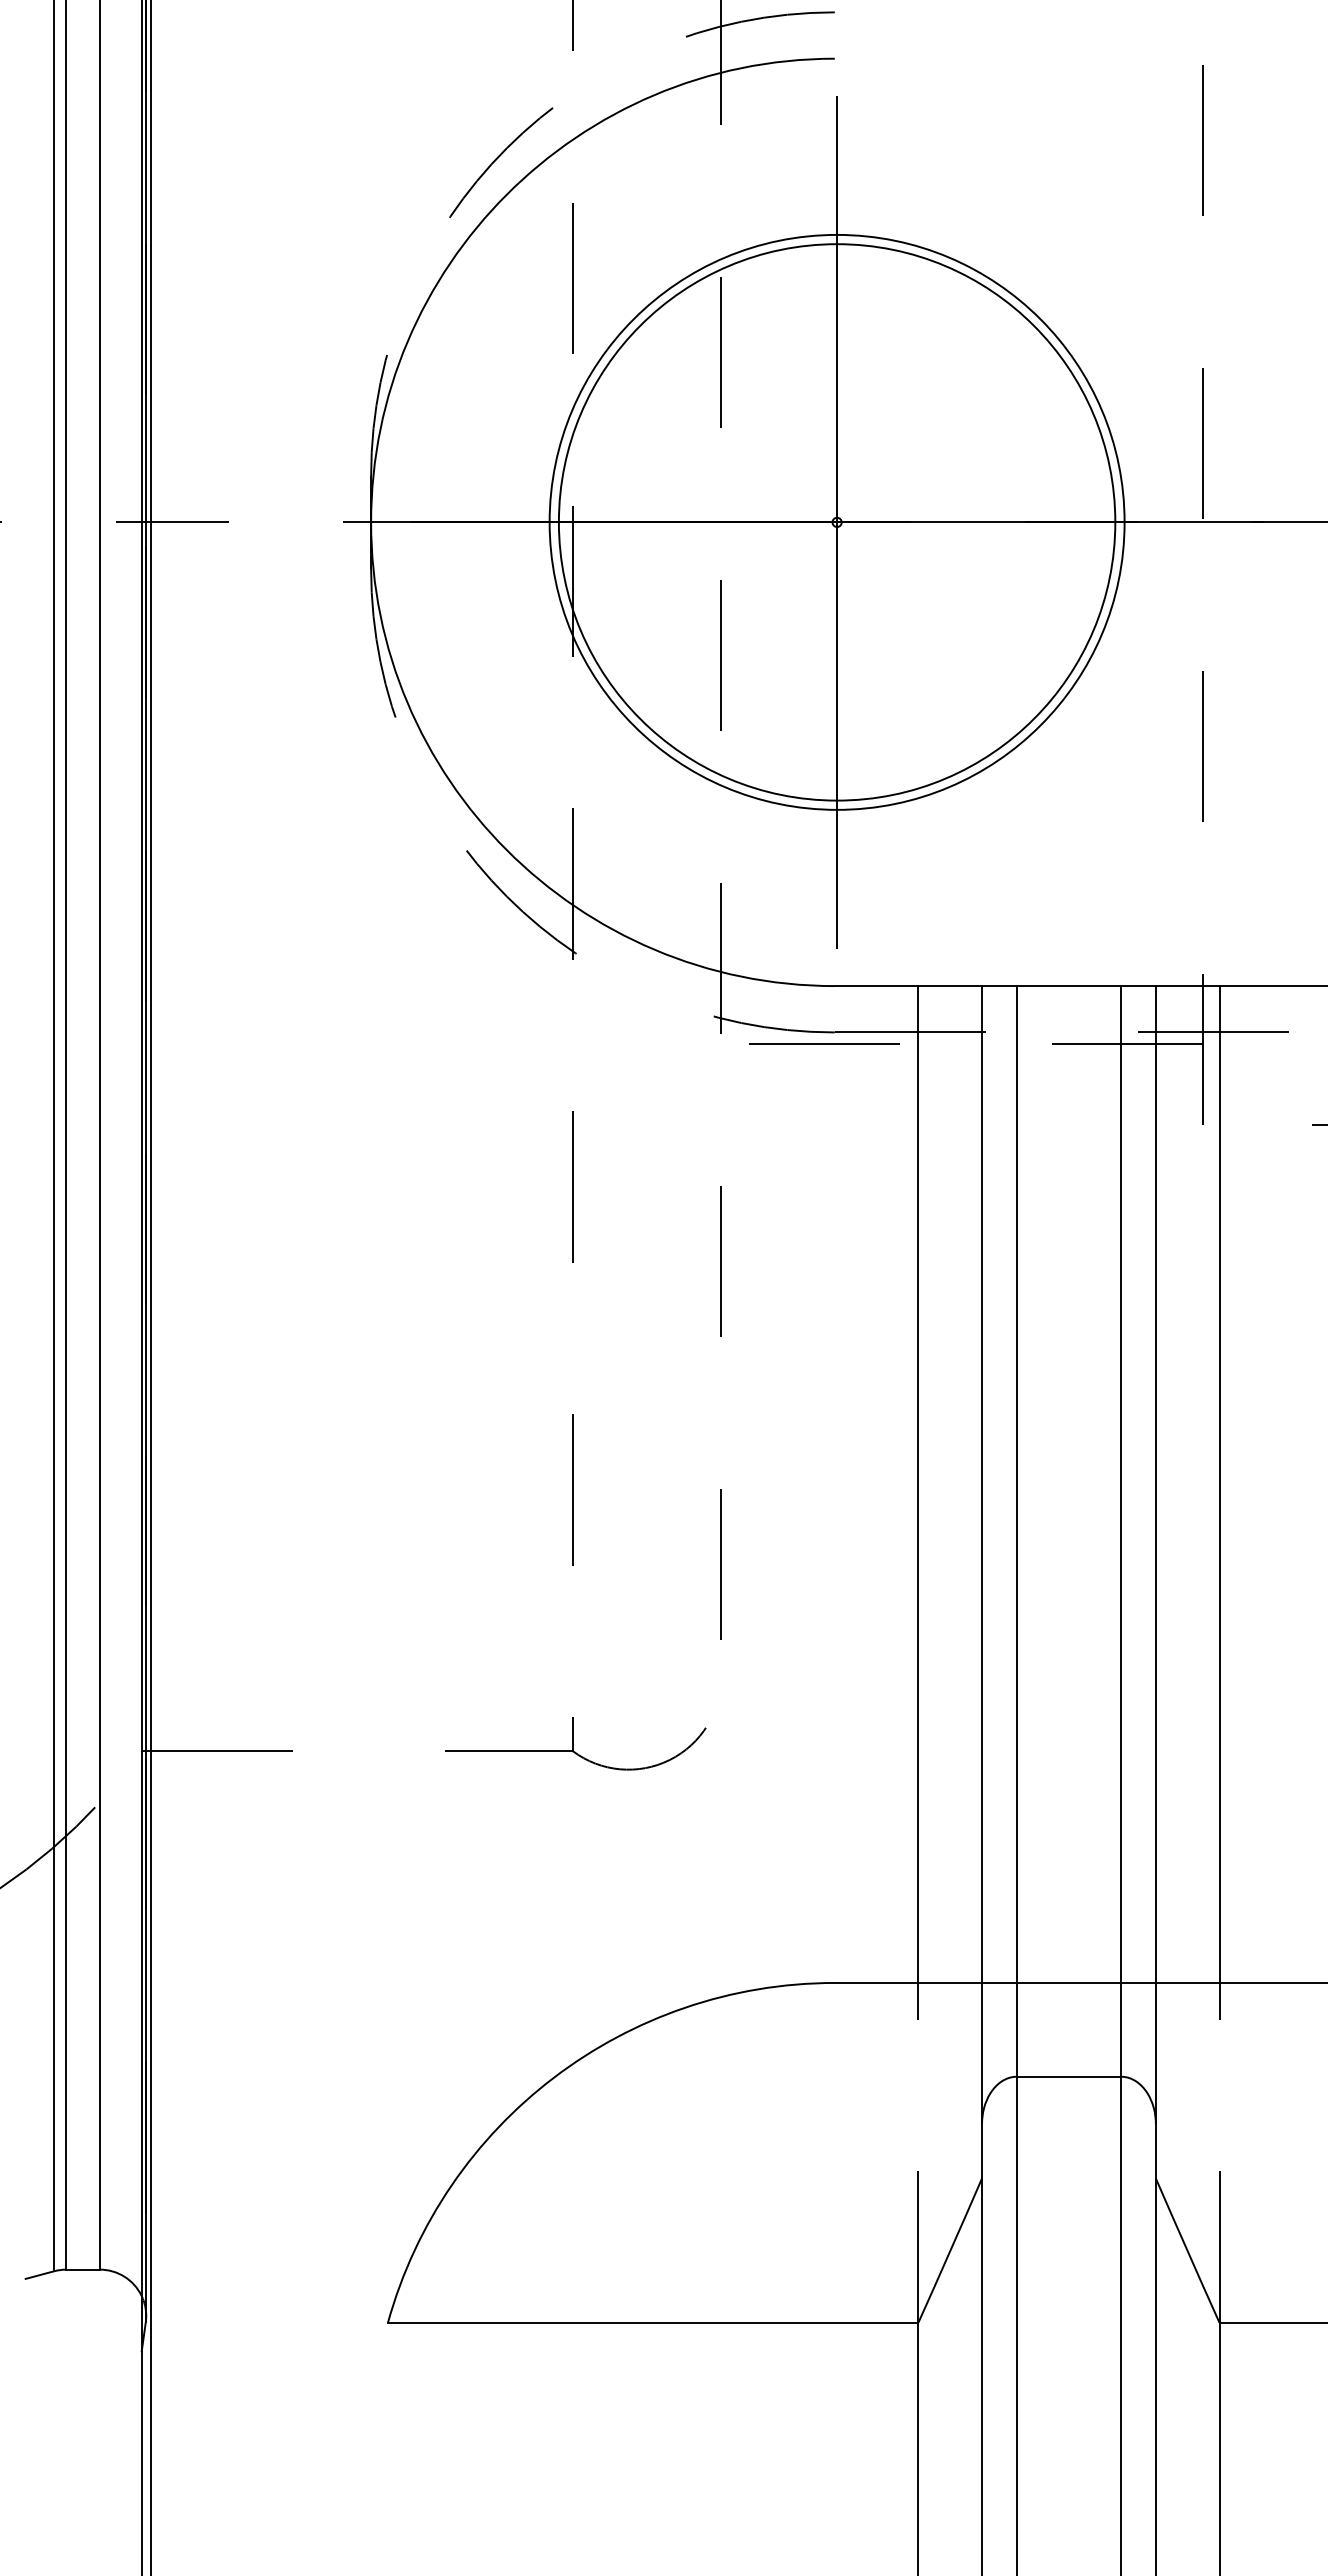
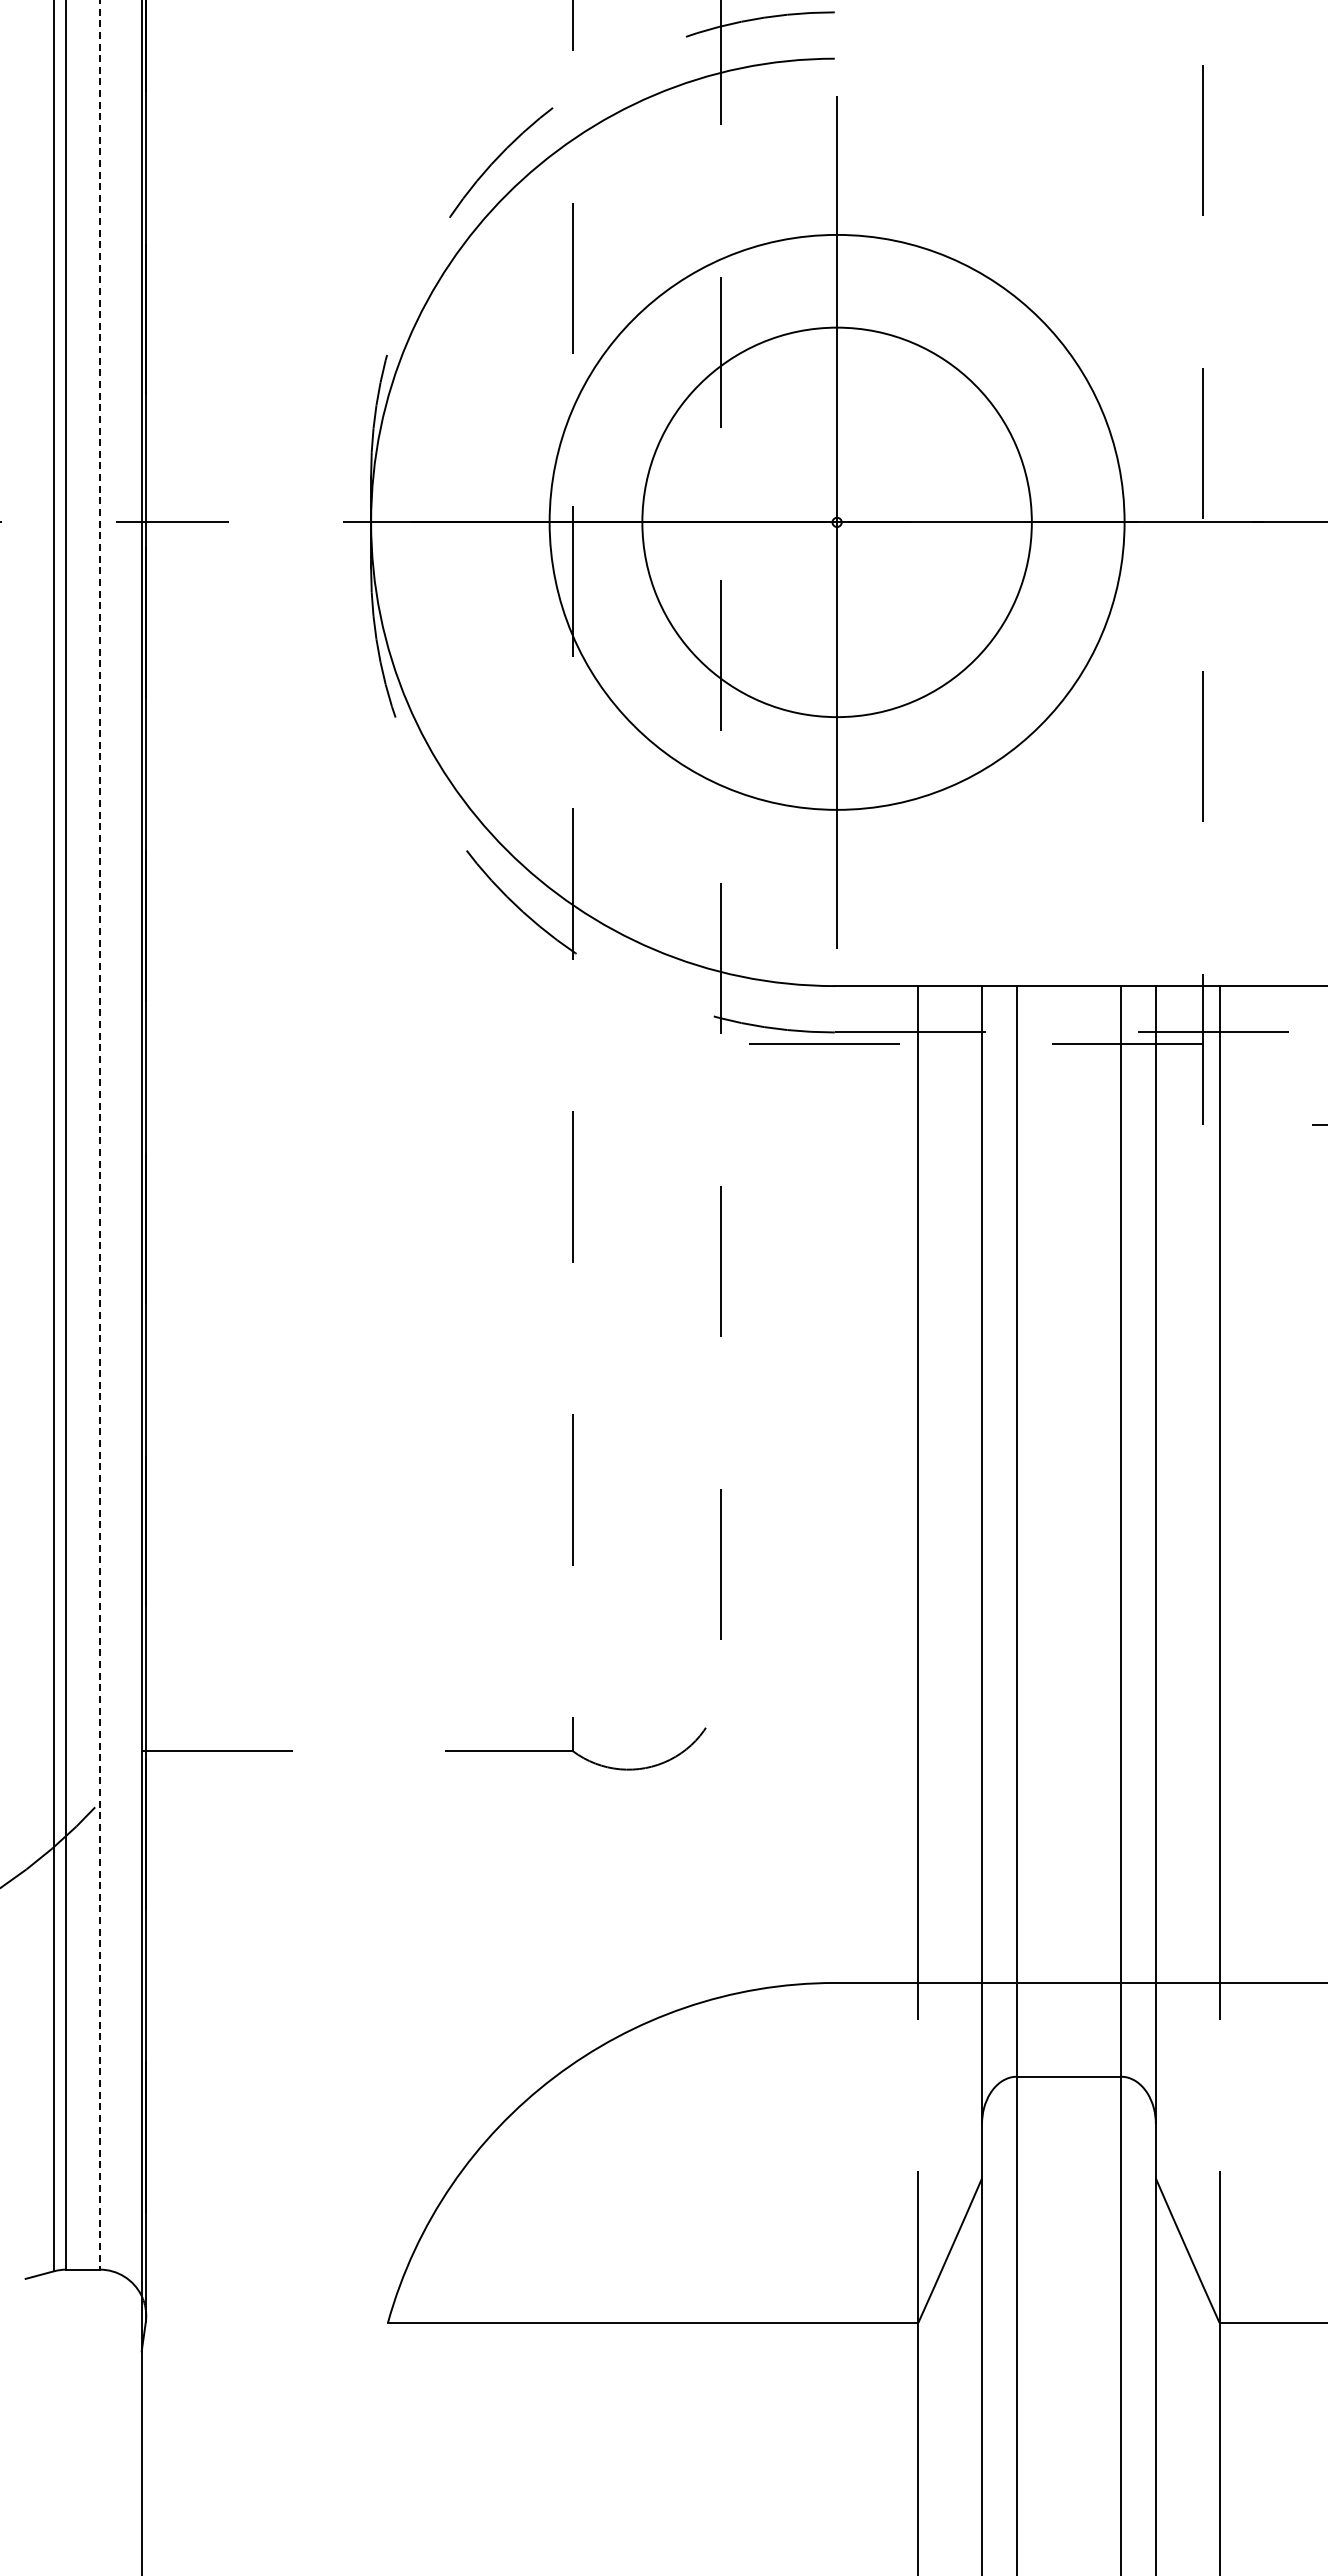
circle at (836, 522) diameter: 556 px -> 389 px
line at (99, 1135): solid -> dashed
line at (150, 1287): present -> none
